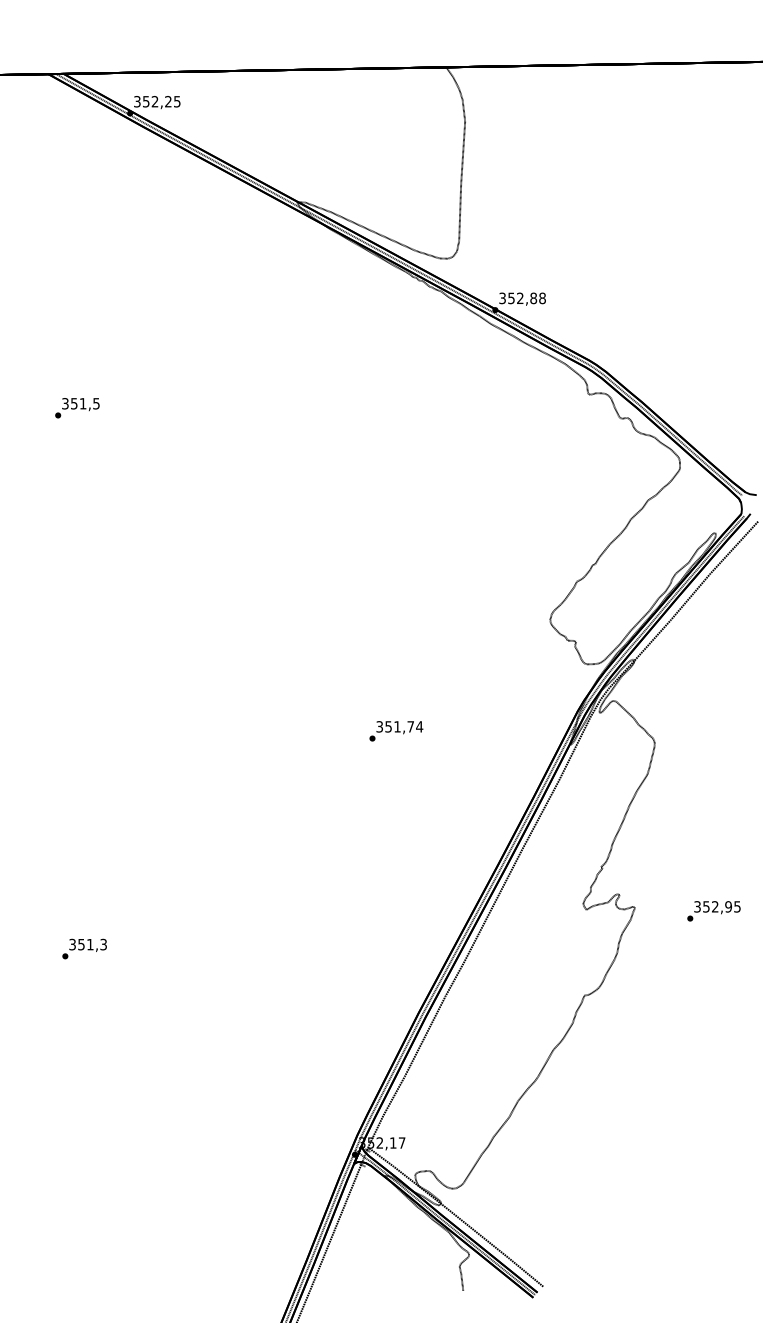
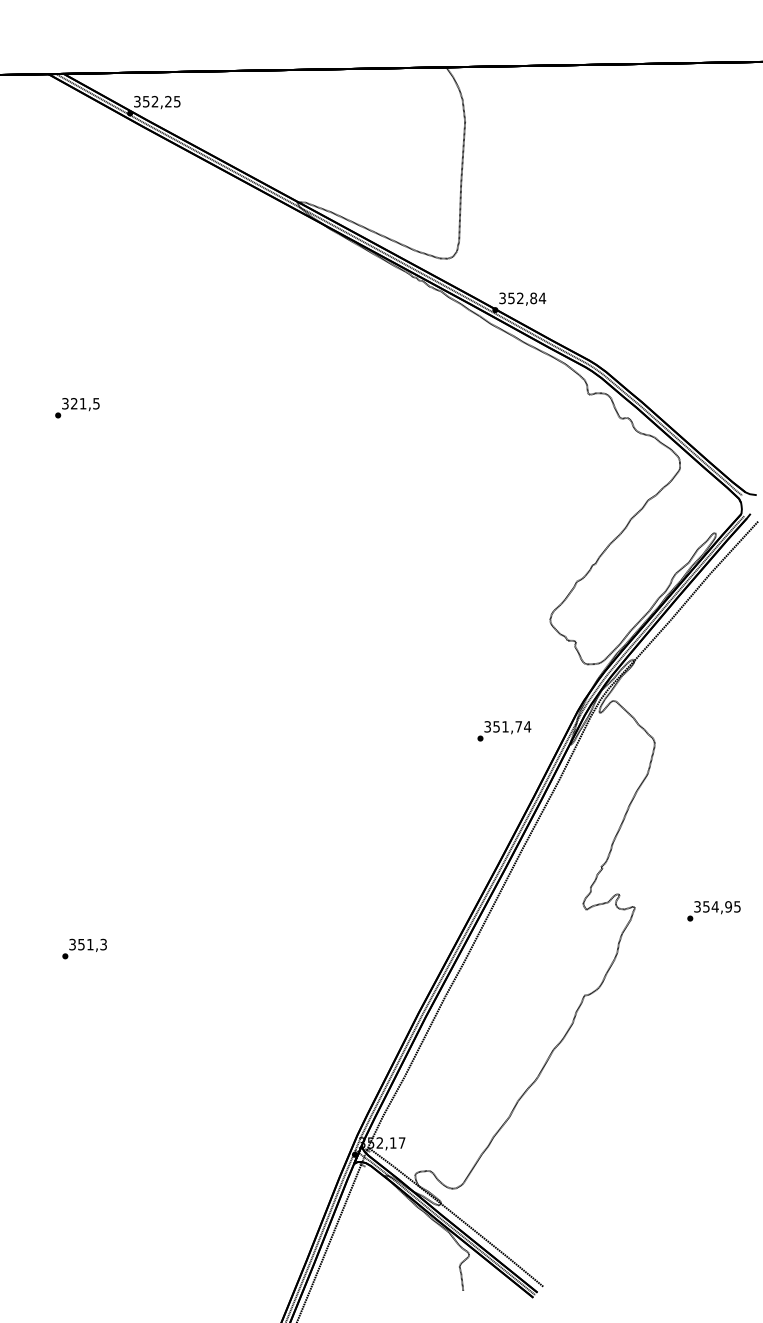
text at (542, 298): 352,88 -> 352,84
text at (74, 403): 351,5 -> 321,5
text at (396, 731) position: (396, 731) -> (504, 731)
text at (714, 906): 352,95 -> 354,95
